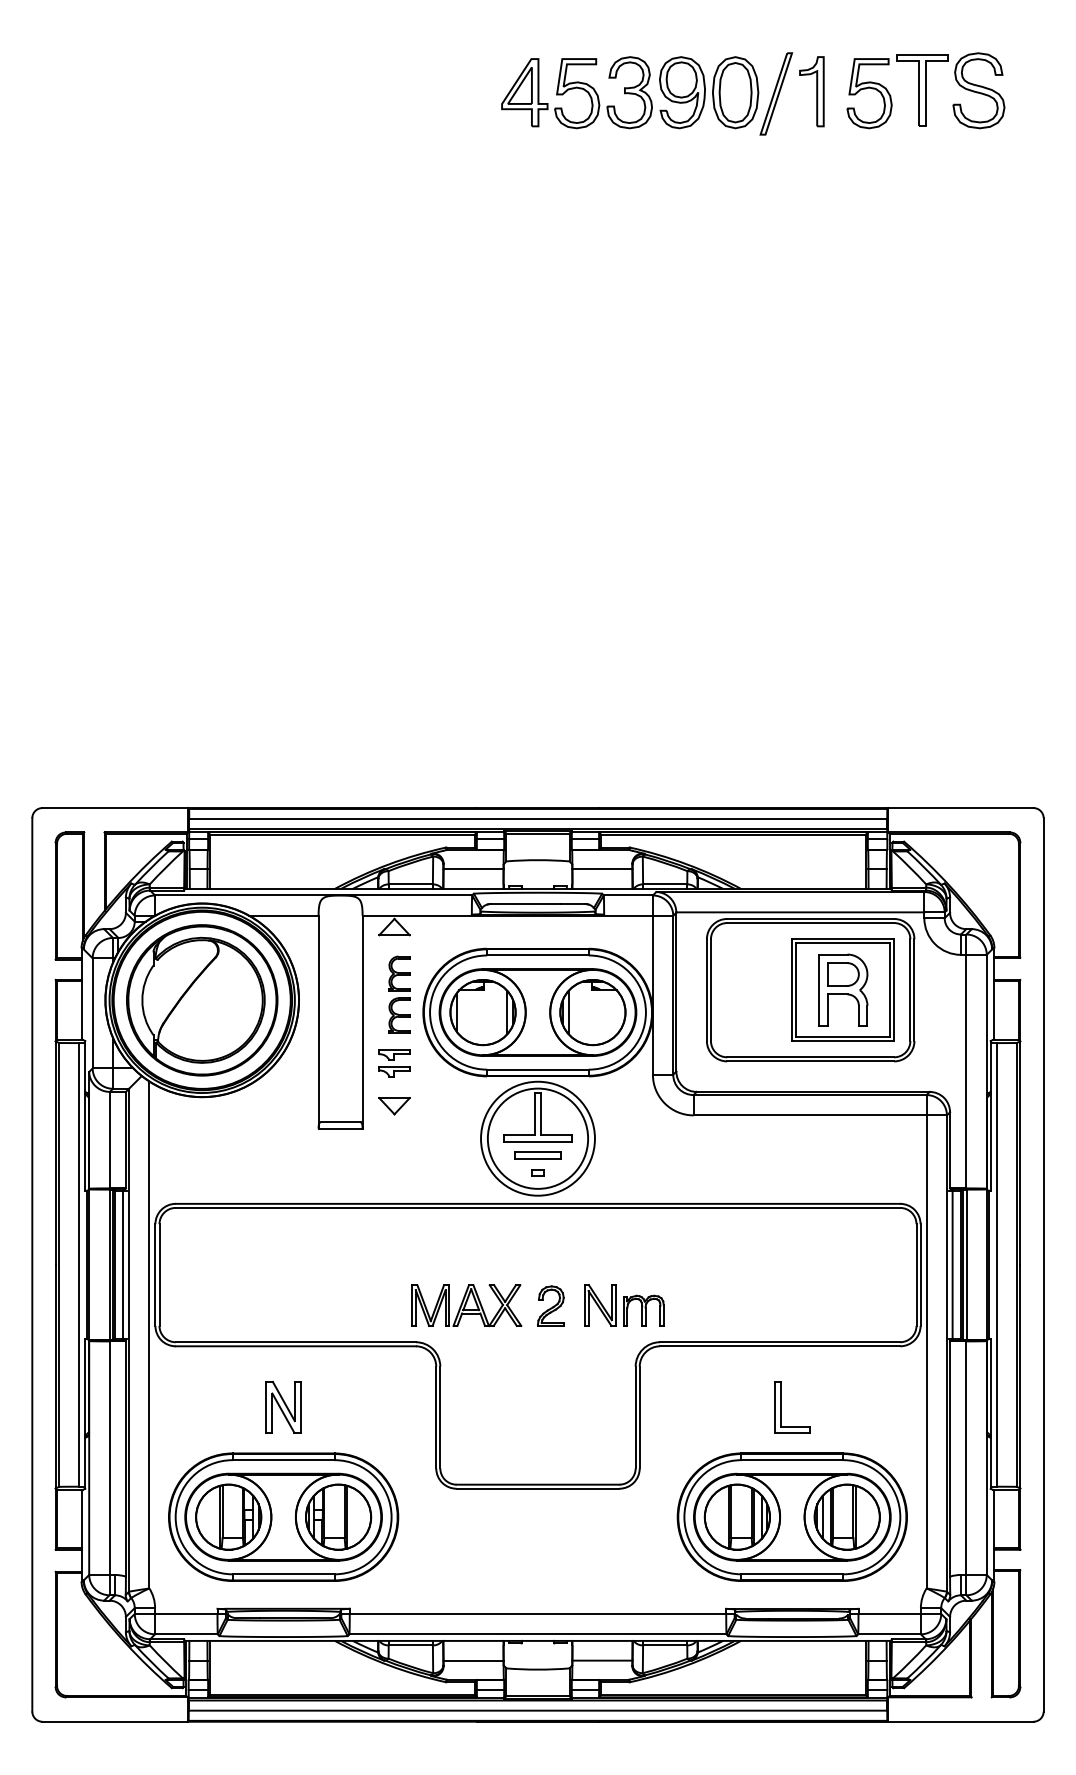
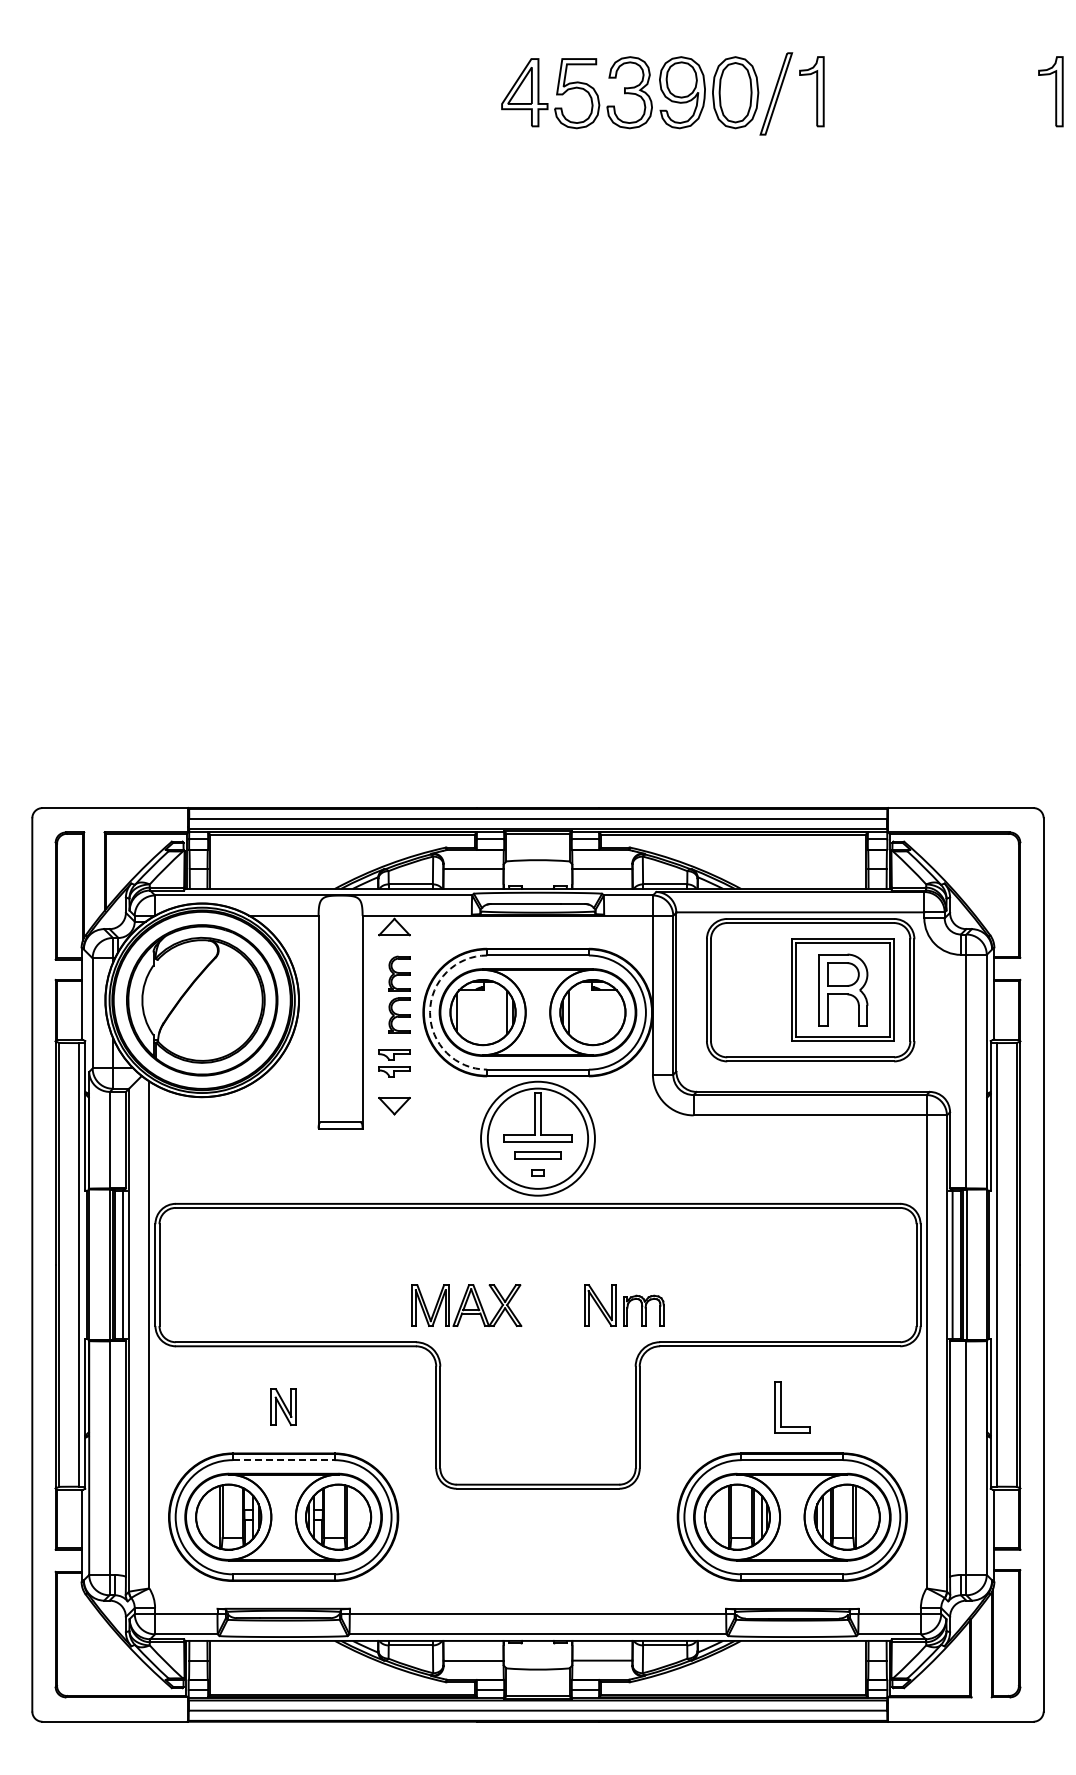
part at (925, 90): present -> none
part at (1050, 91): none -> present
arc at (430, 1012): solid -> dashed
part at (550, 1305): present -> none
part at (283, 1406) size: 37x54 px -> 27x38 px
line at (283, 1460): solid -> dashed
